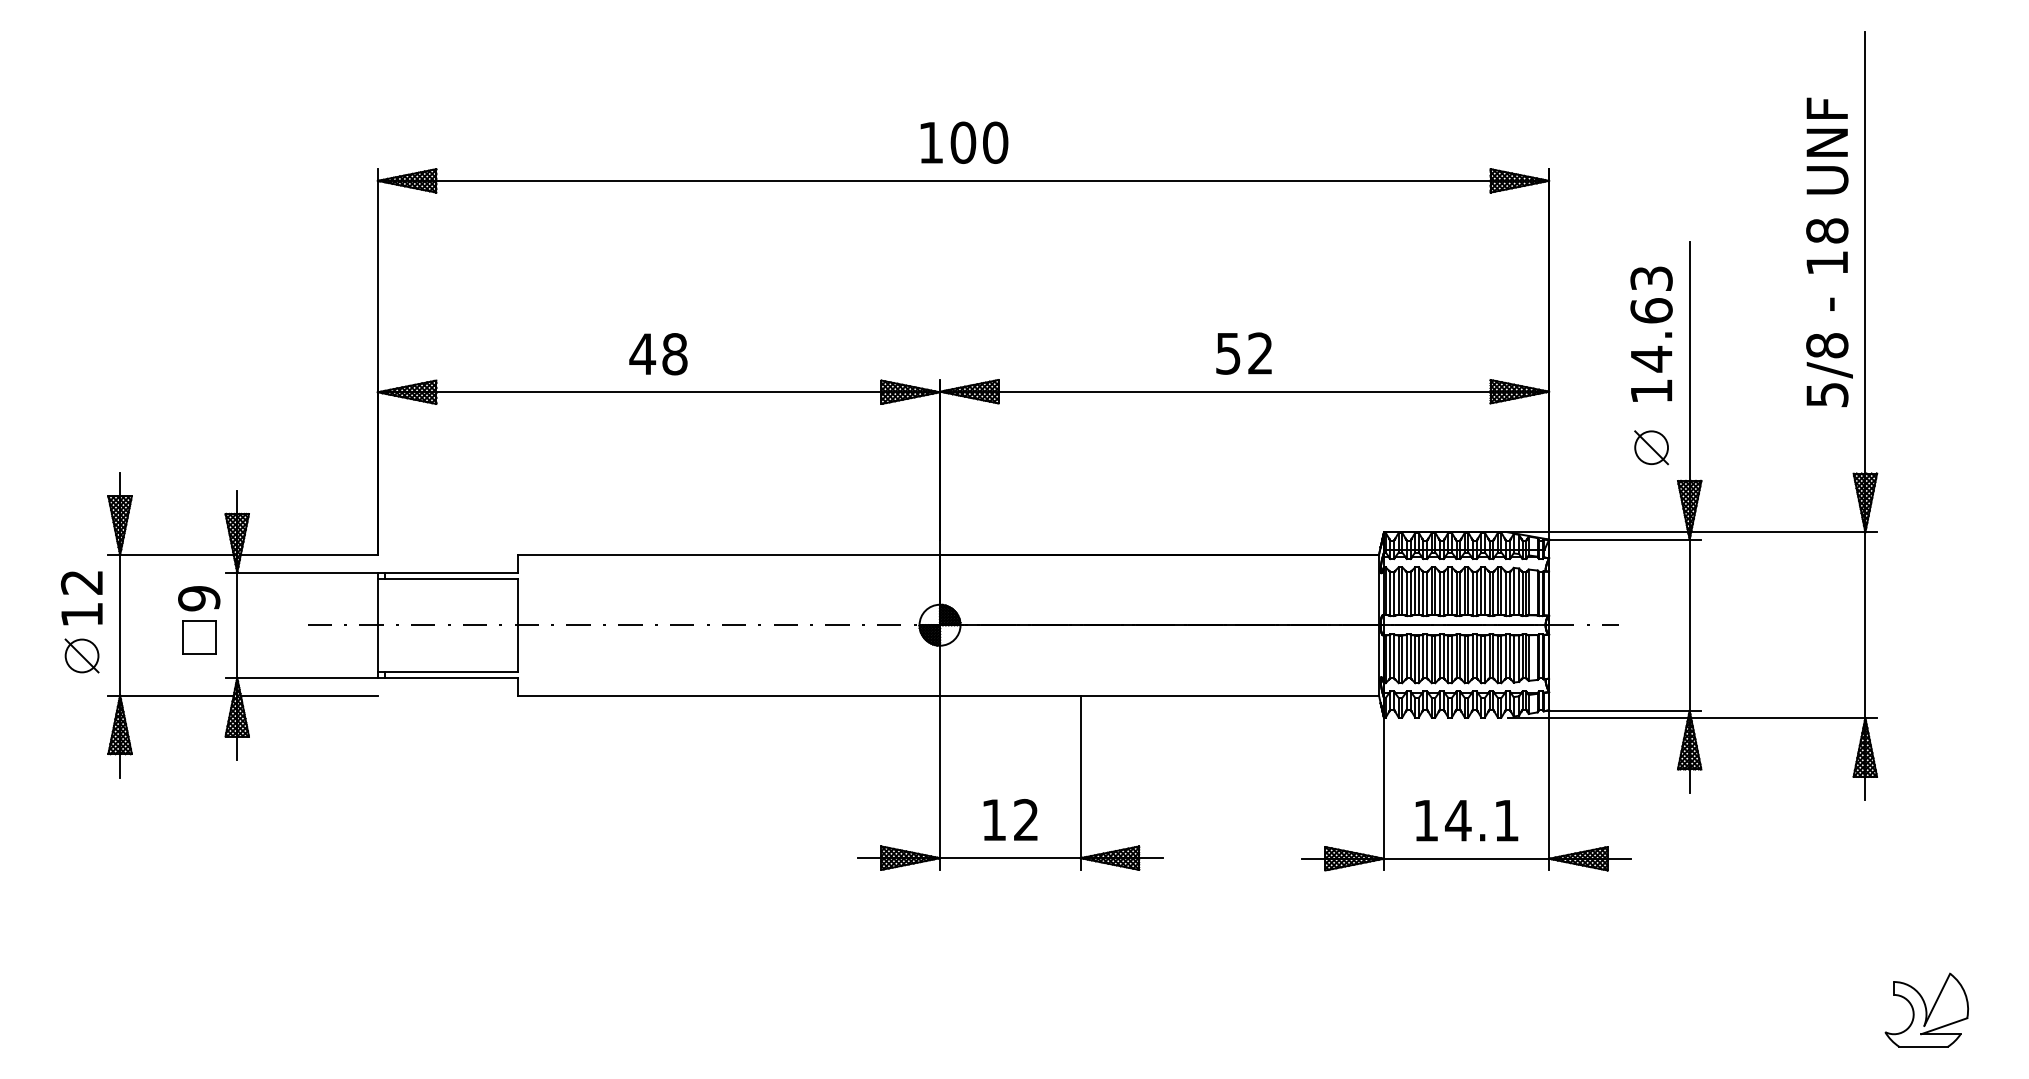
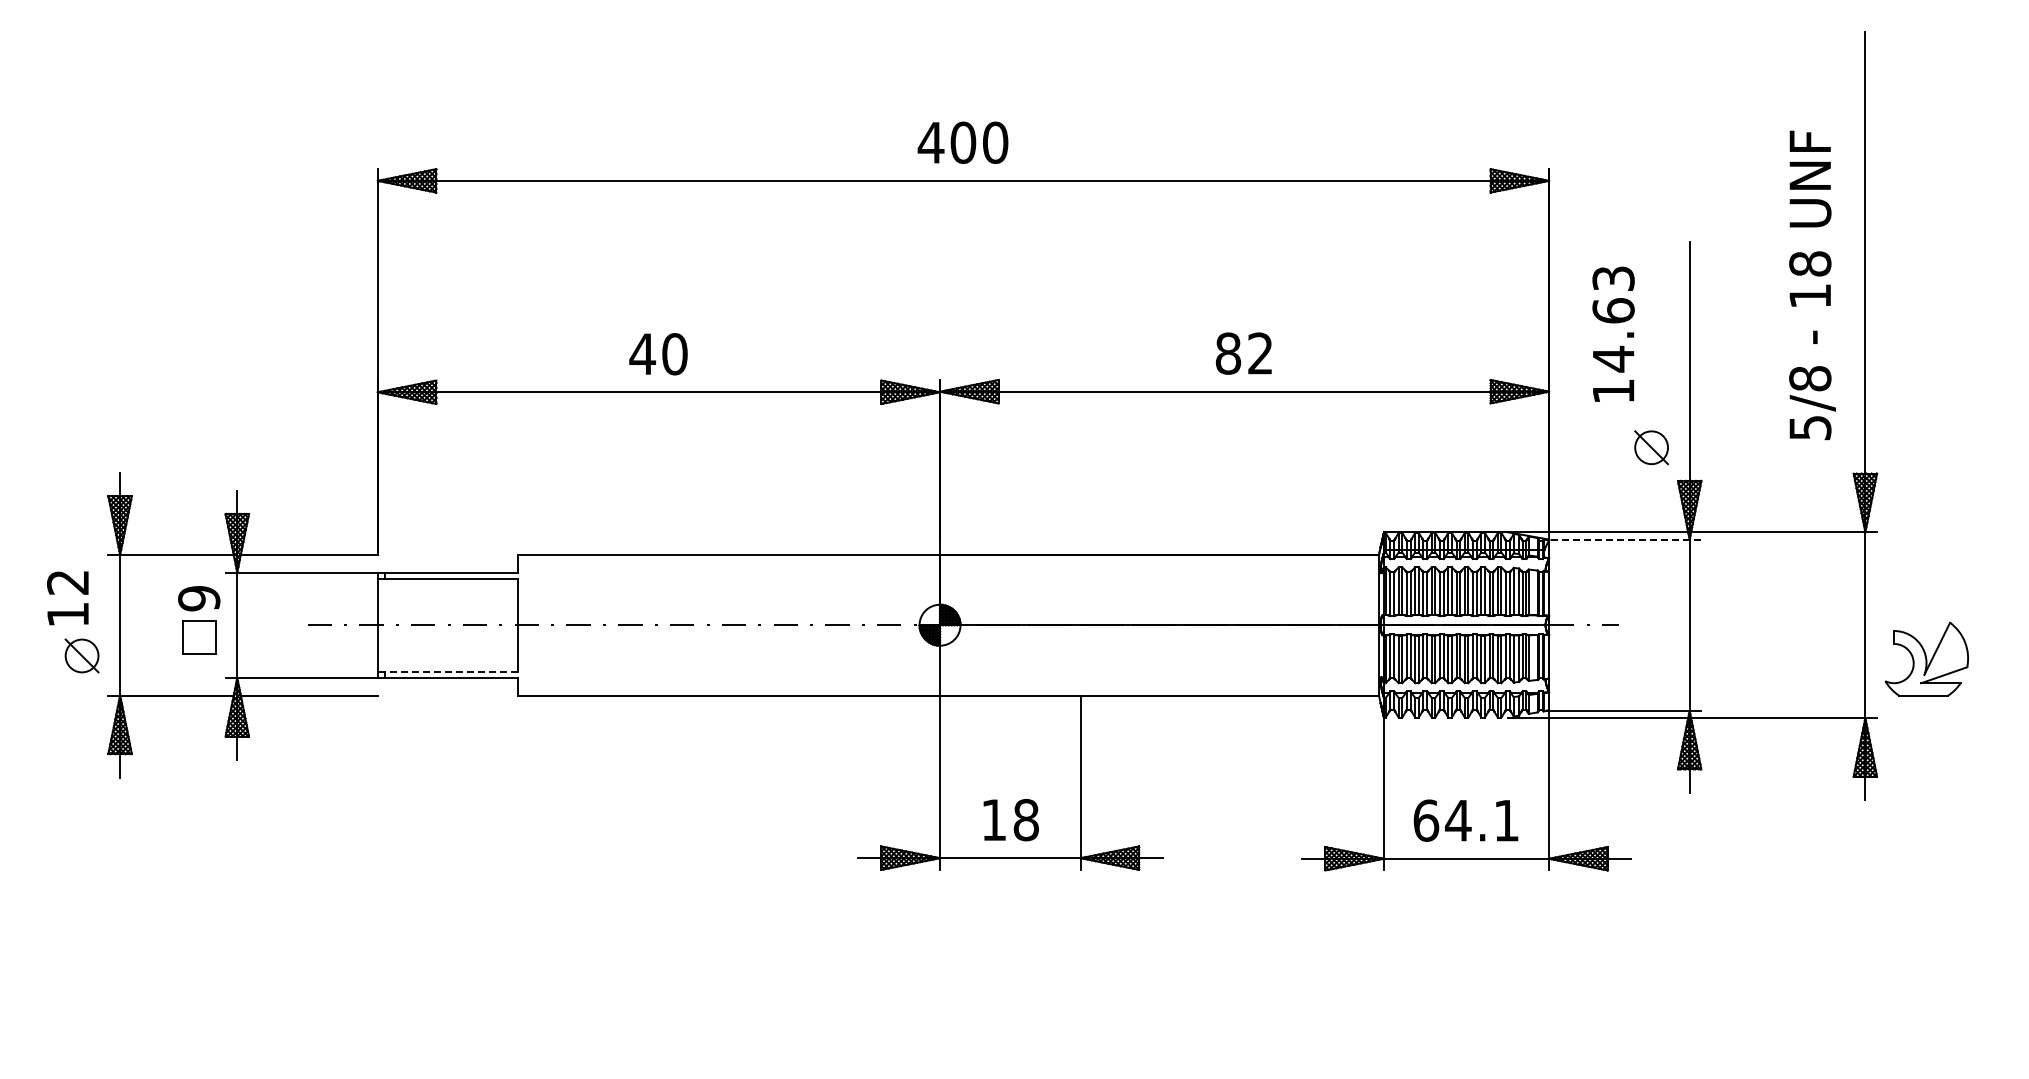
text at (930, 142): 100 -> 400
text at (1829, 252) position: (1829, 252) -> (1812, 285)
text at (1651, 333) position: (1651, 333) -> (1613, 333)
text at (1228, 353): 52 -> 82
text at (674, 354): 48 -> 40
line at (1624, 539): solid -> dashed
text at (81, 598) position: (81, 598) -> (67, 598)
line at (447, 671): solid -> dashed
text at (1025, 819): 12 -> 18
text at (1426, 820): 14.1 -> 64.1
part at (1926, 1009) position: (1926, 1009) -> (1926, 658)
